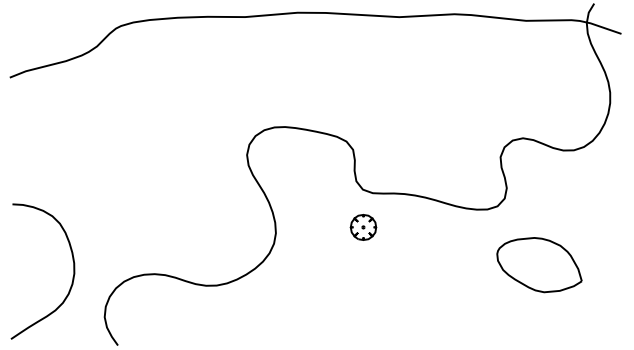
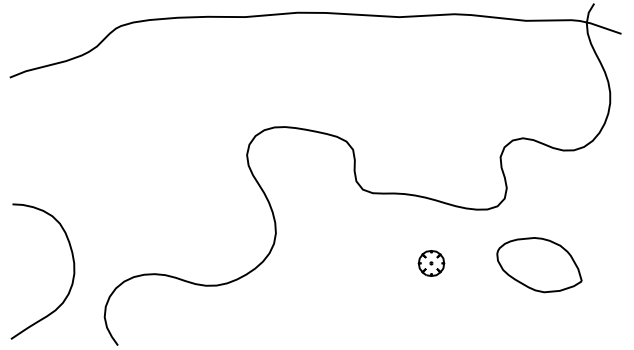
part at (363, 227) position: (363, 227) -> (431, 263)
